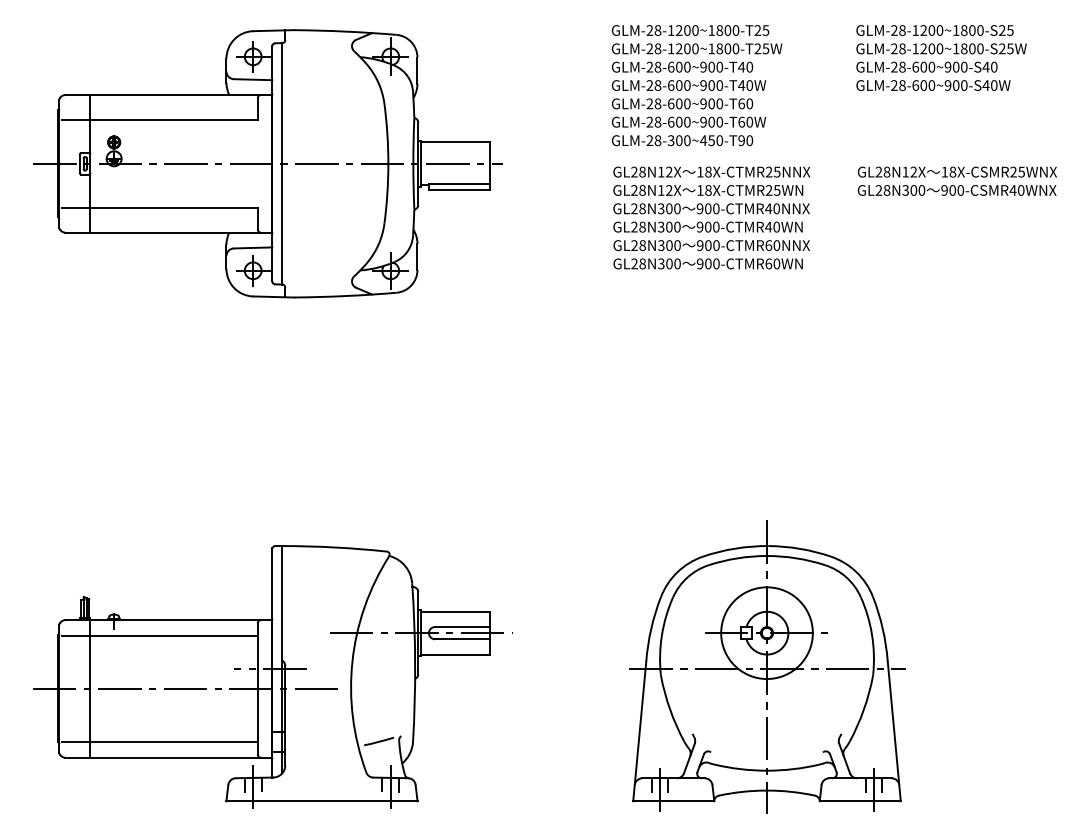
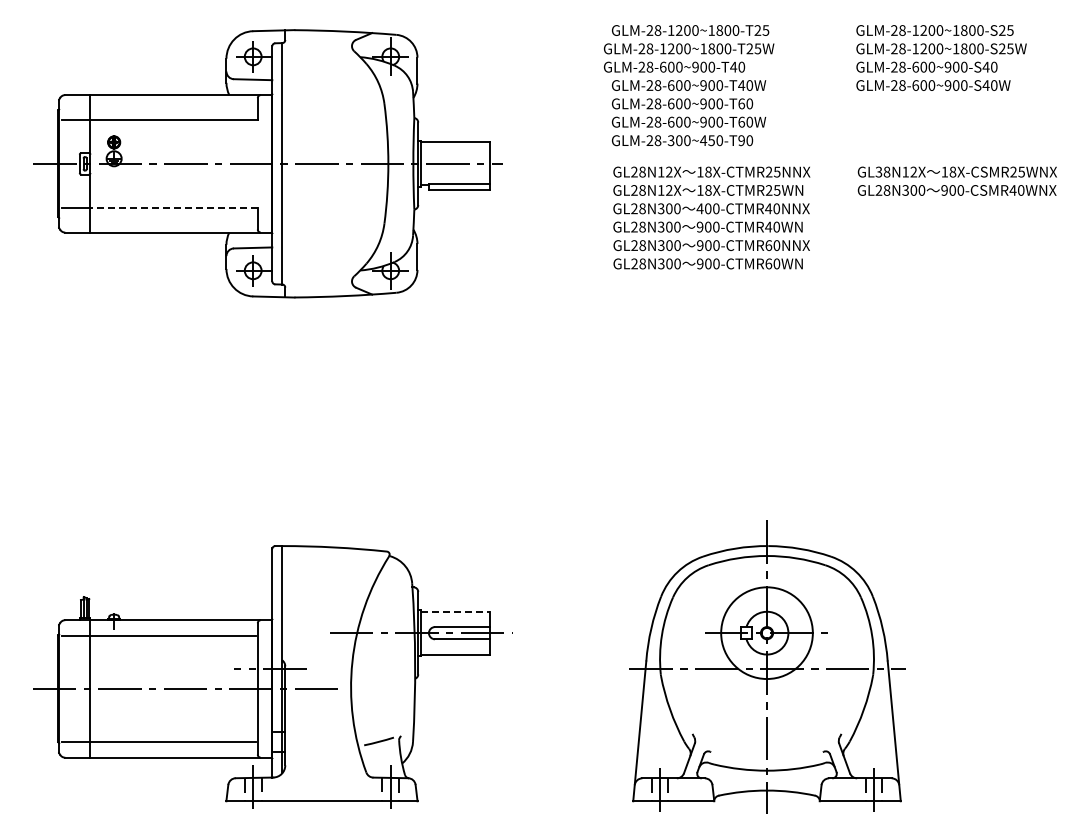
text at (697, 57) position: (697, 57) -> (689, 57)
text at (878, 172): GL28N12X -> GL38N12X
line at (173, 208): solid -> dashed
text at (699, 208): 900-CTMR40NNX -> 400-CTMR40NNX
line at (456, 611): solid -> dashed
